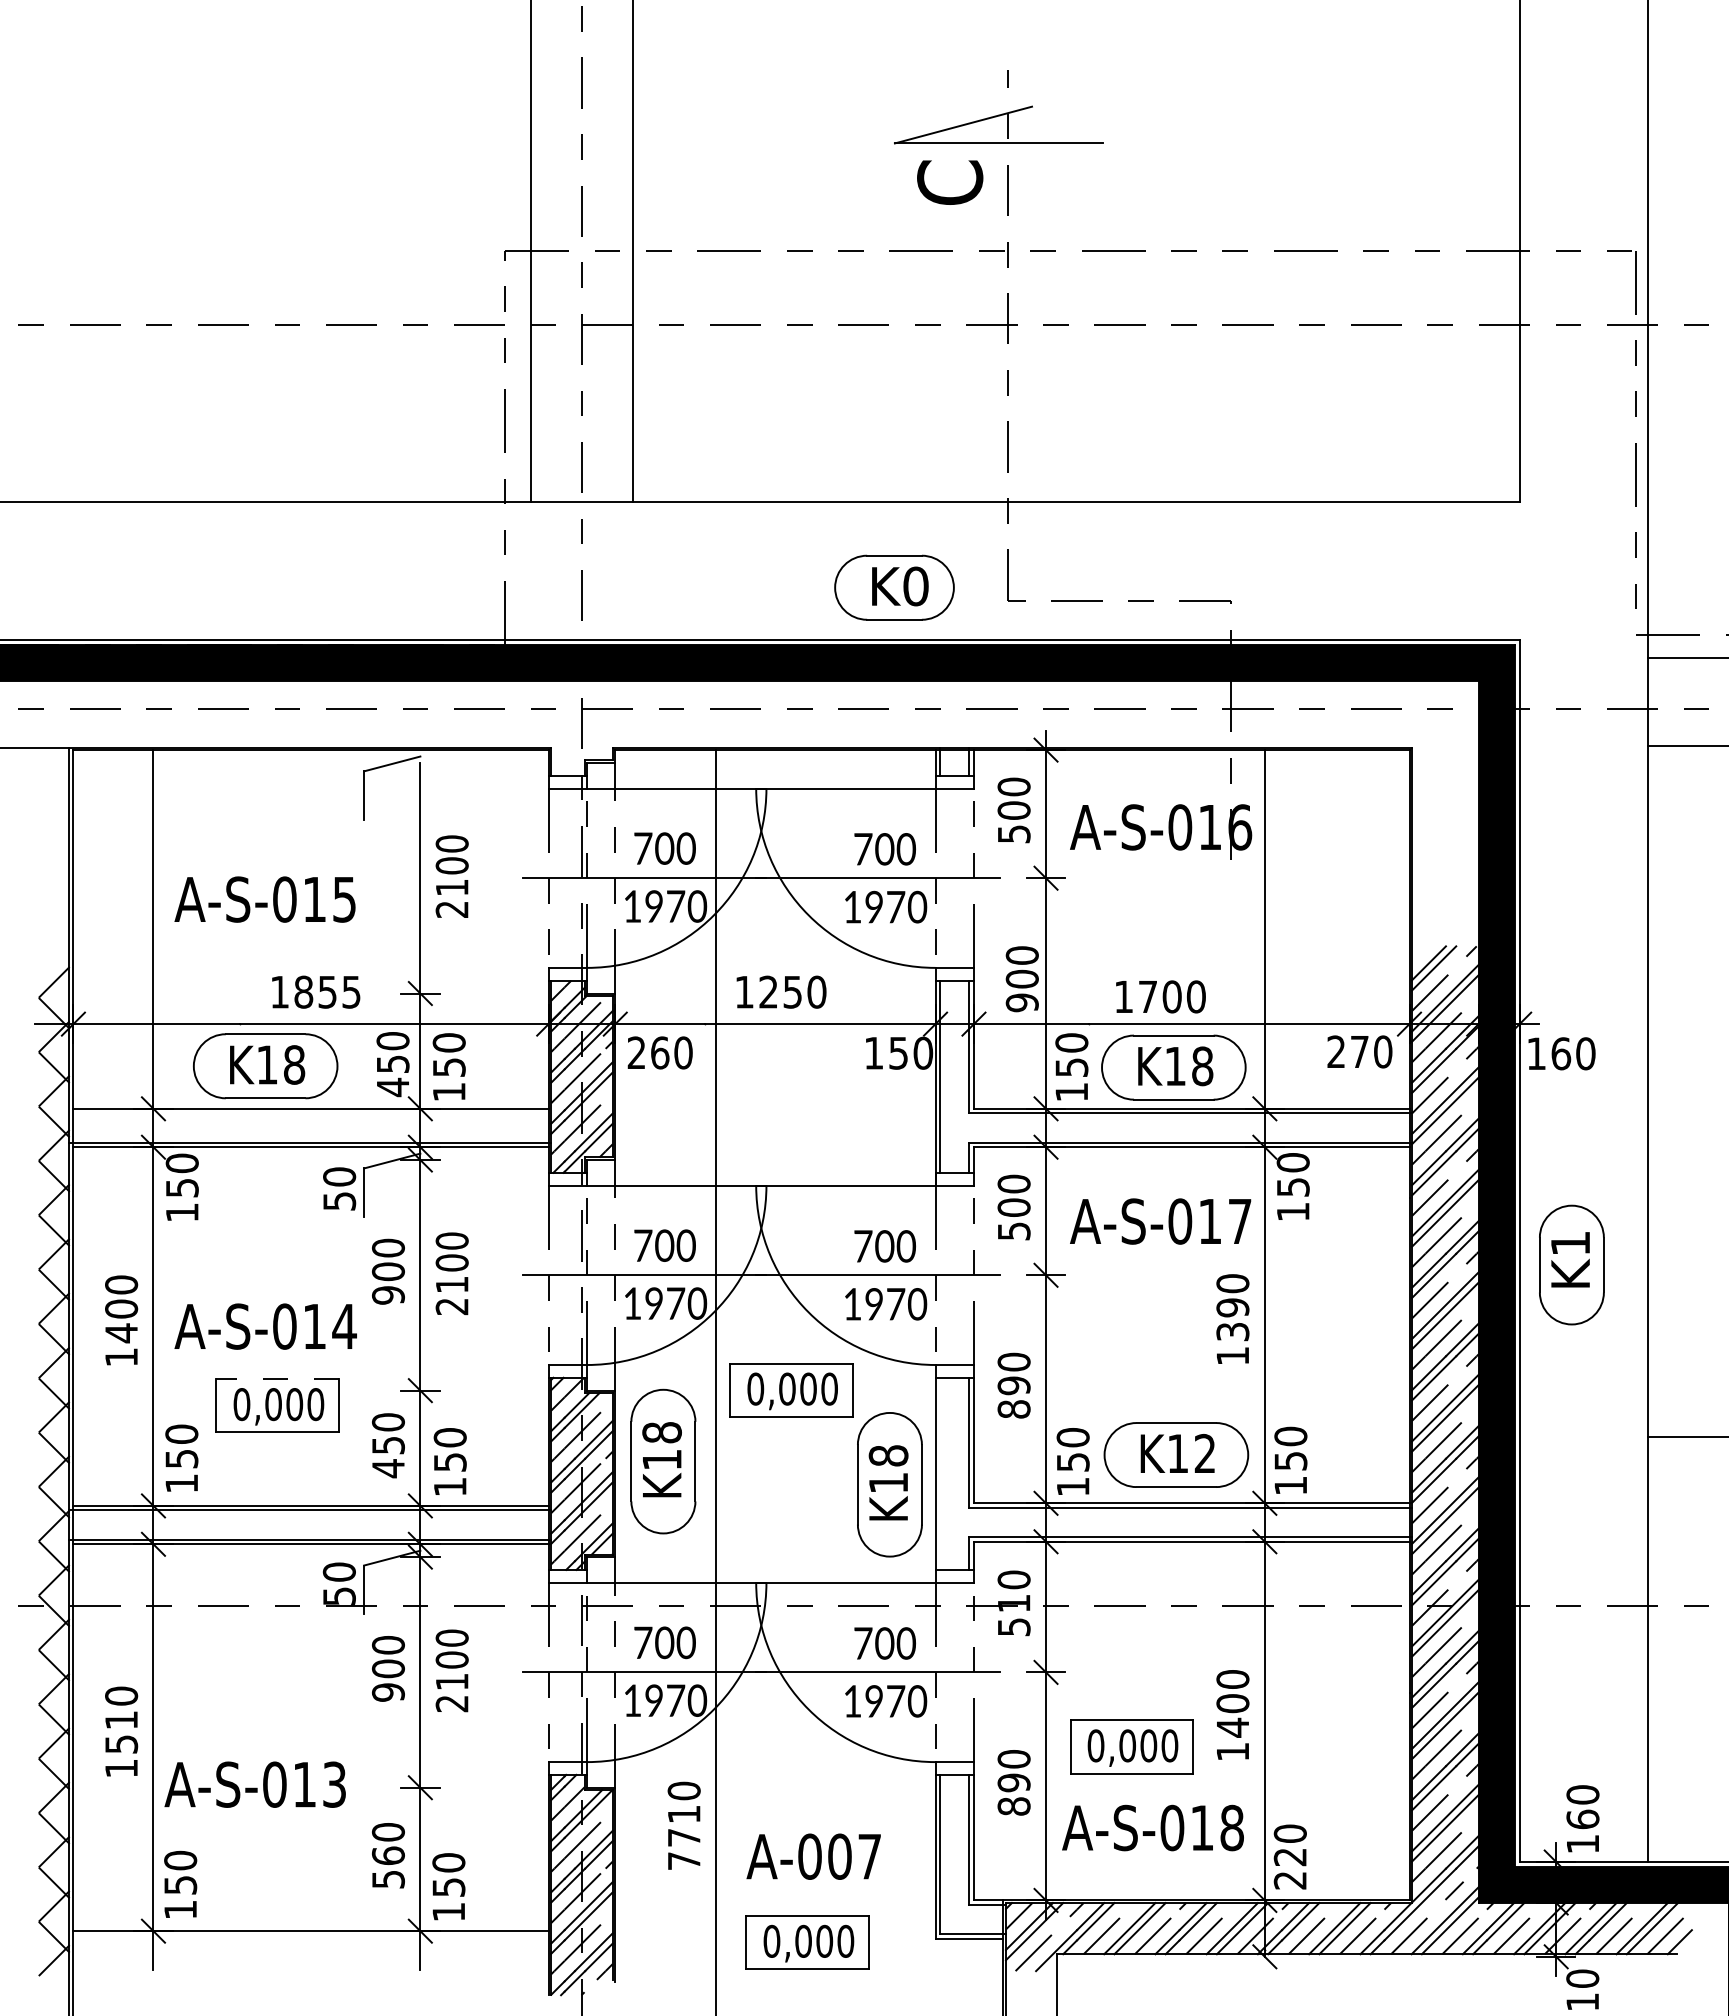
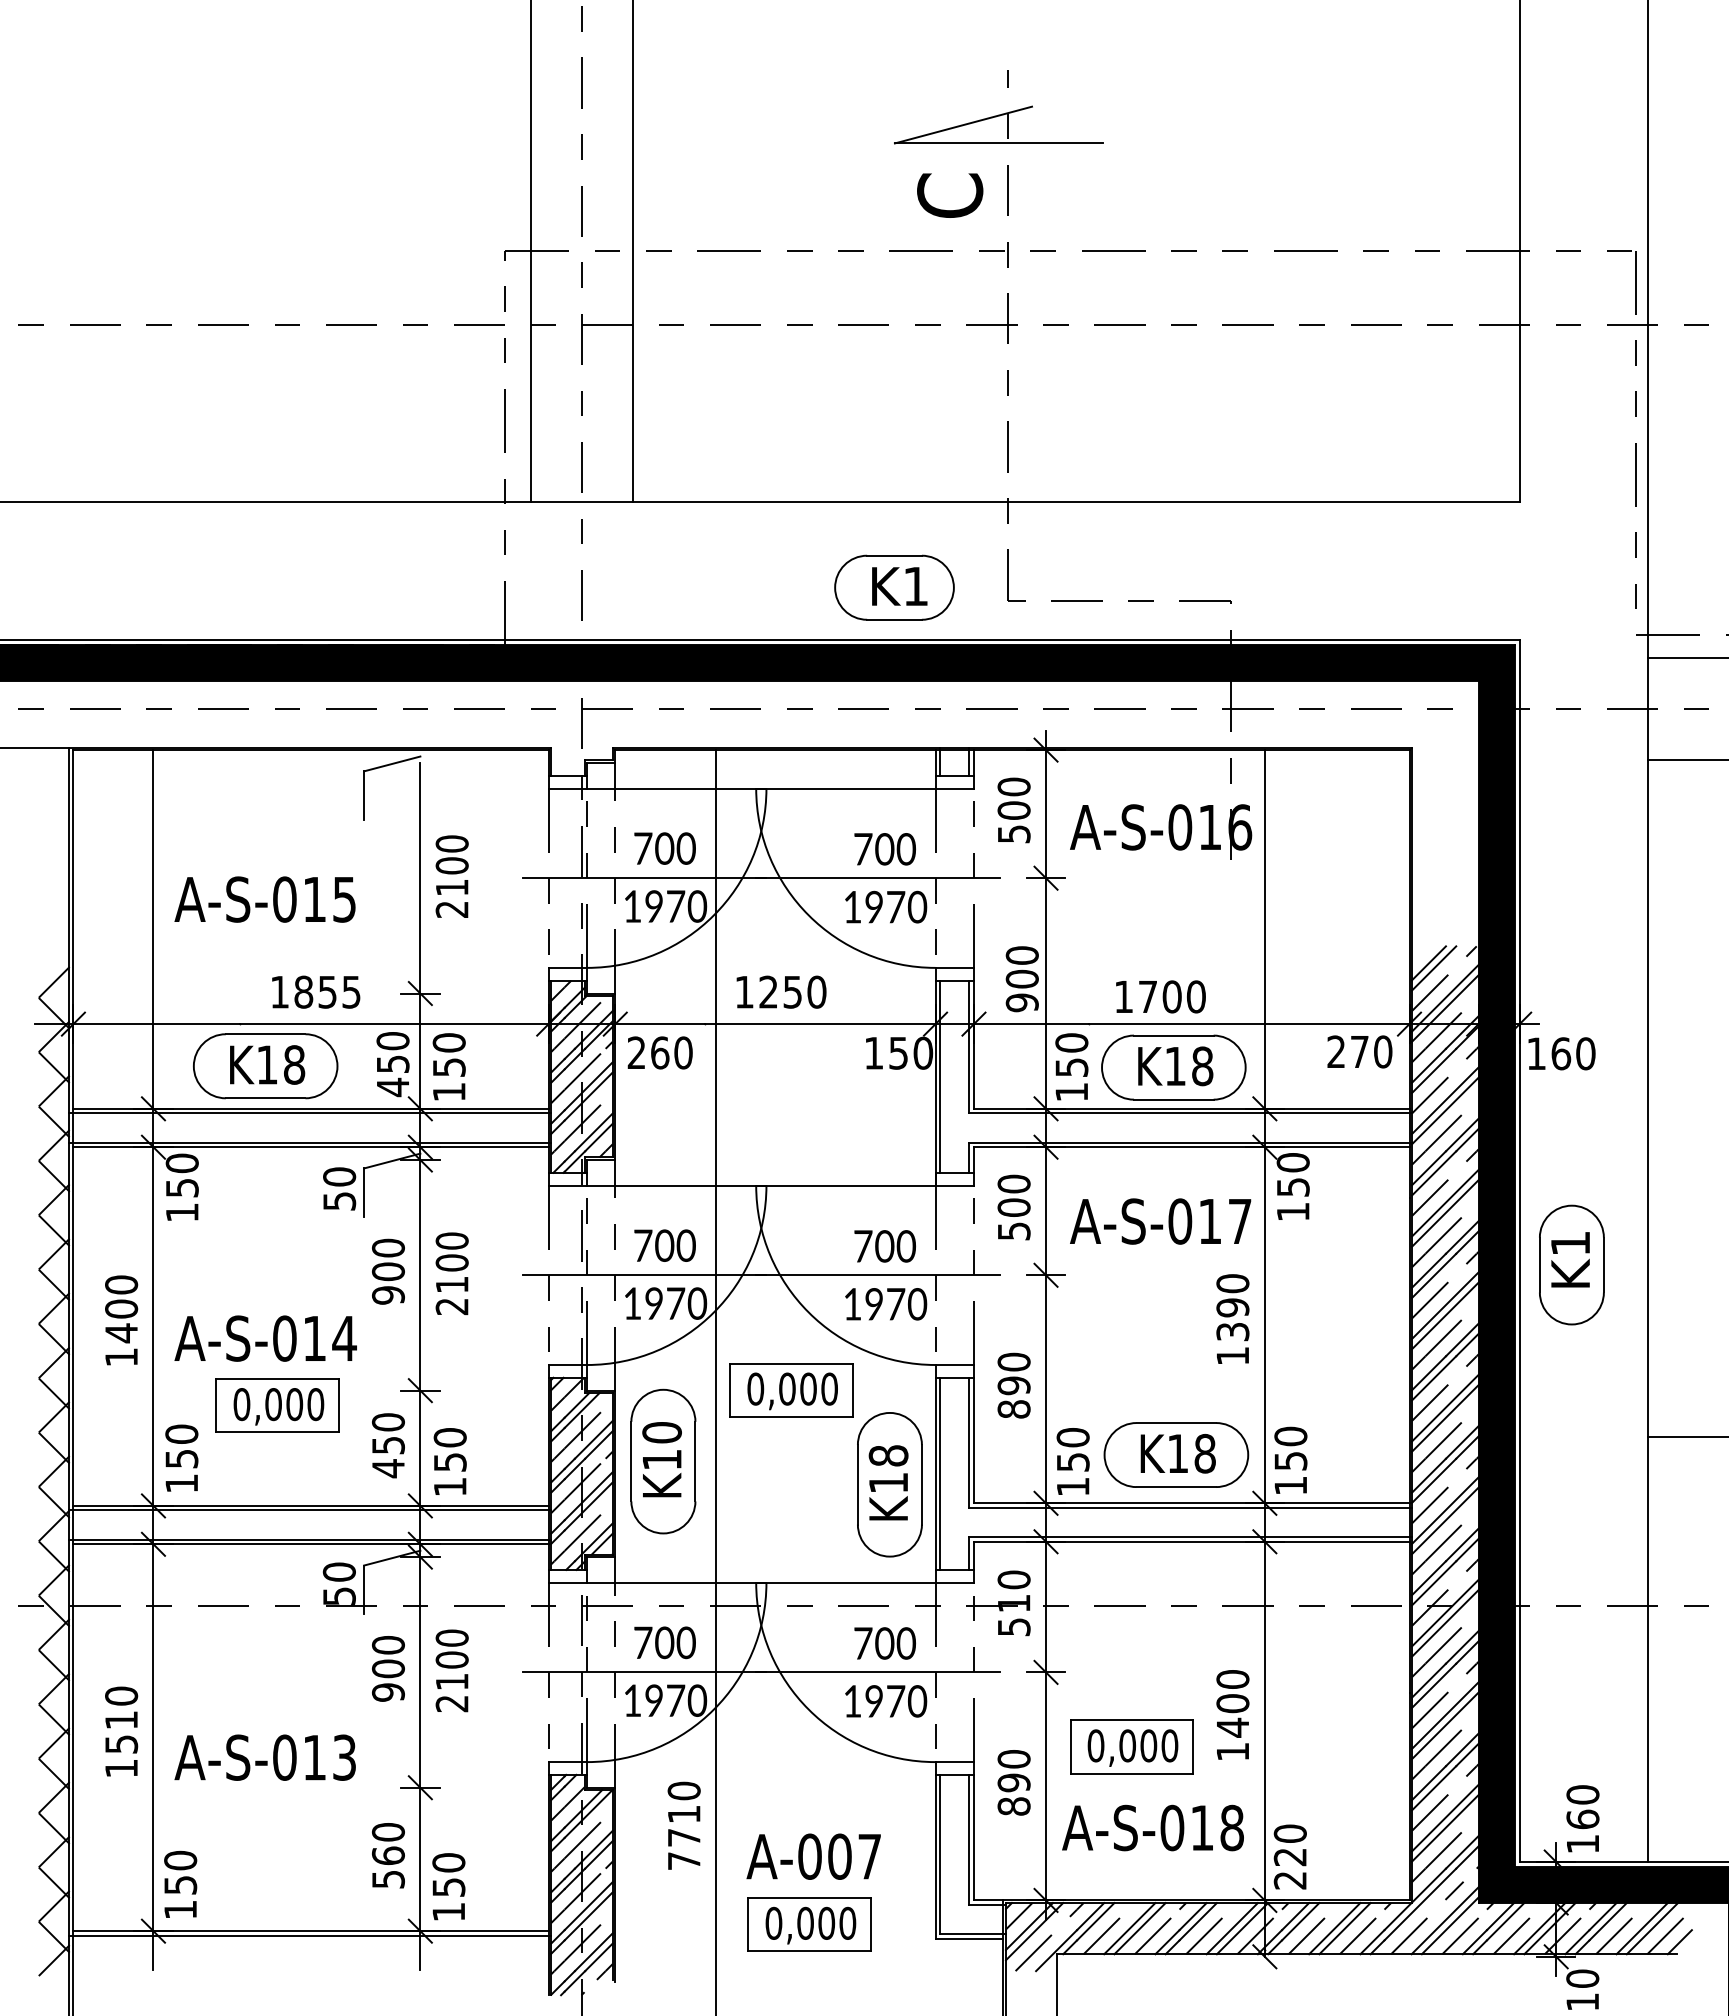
text at (950, 182) position: (950, 182) -> (950, 195)
text at (915, 586): K0 -> K1
line at (1686, 746) position: (1686, 746) -> (1686, 760)
line at (309, 1113): none -> present
text at (265, 1326) position: (265, 1326) -> (265, 1338)
line at (277, 1378): dashed -> solid
text at (661, 1432): K18 -> K10
text at (1204, 1453): K12 -> K18
line at (940, 1473): none -> present
text at (254, 1784) position: (254, 1784) -> (264, 1757)
line at (309, 1935): none -> present
part at (807, 1942) position: (807, 1942) -> (809, 1924)
